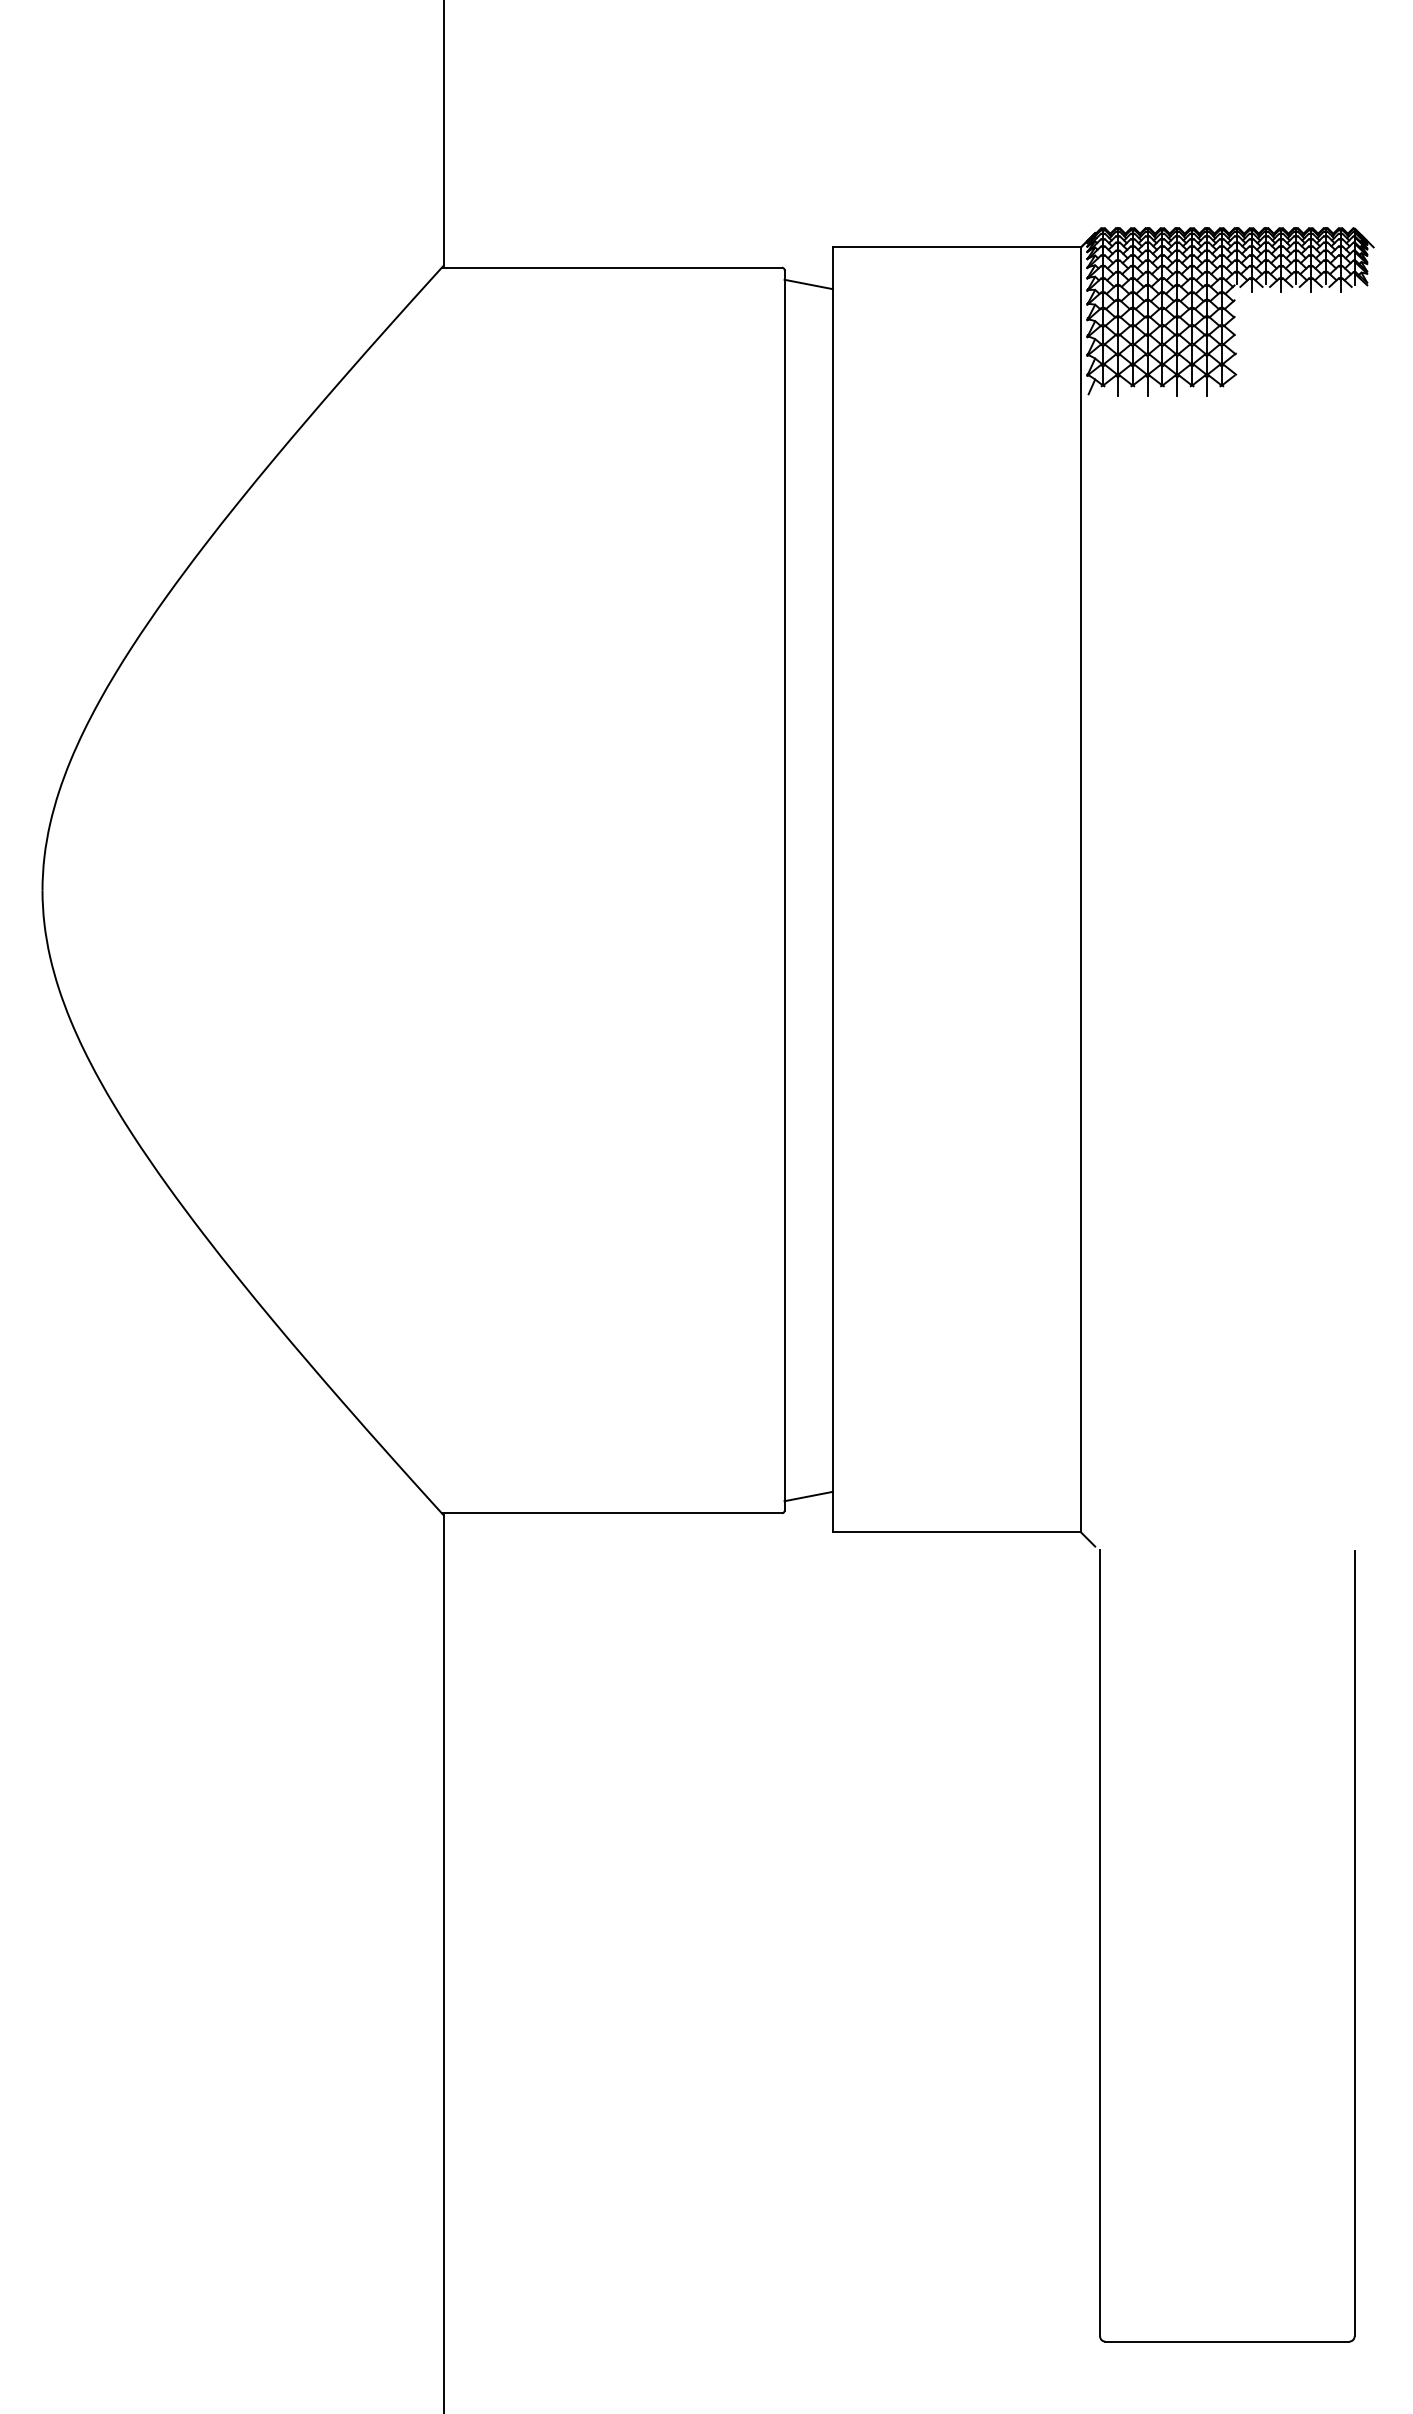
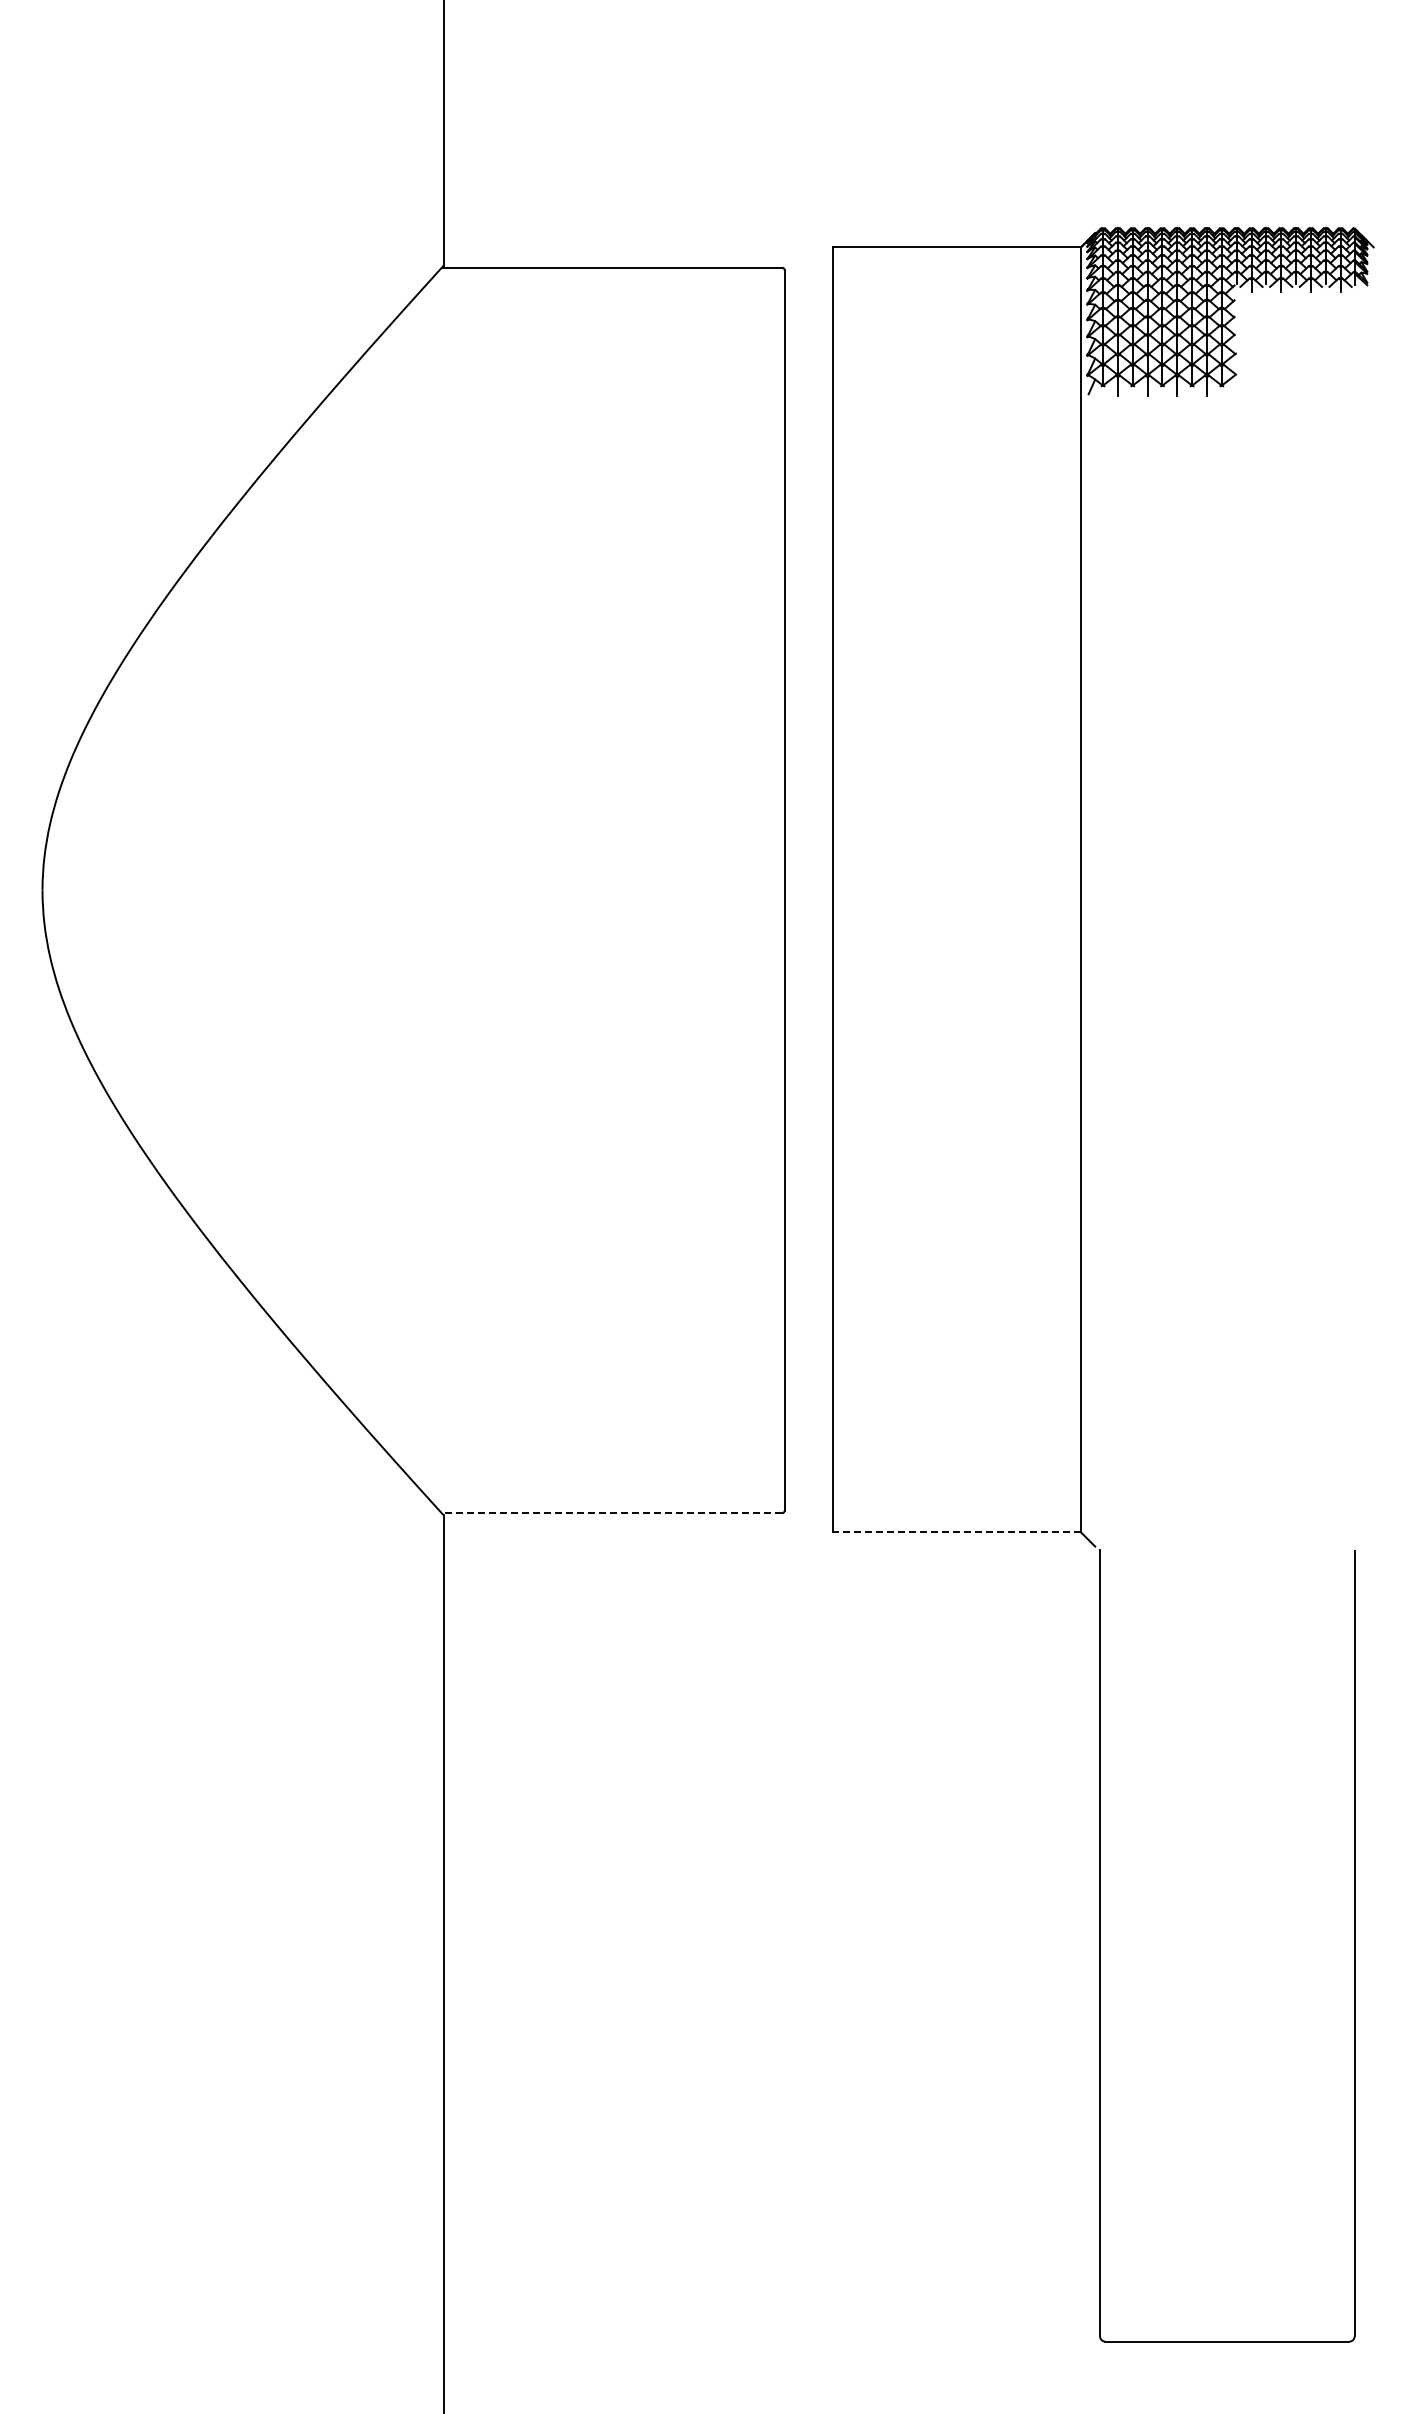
line at (808, 284): present -> none
line at (808, 1496): present -> none
line at (611, 1513): solid -> dashed
line at (956, 1532): solid -> dashed
